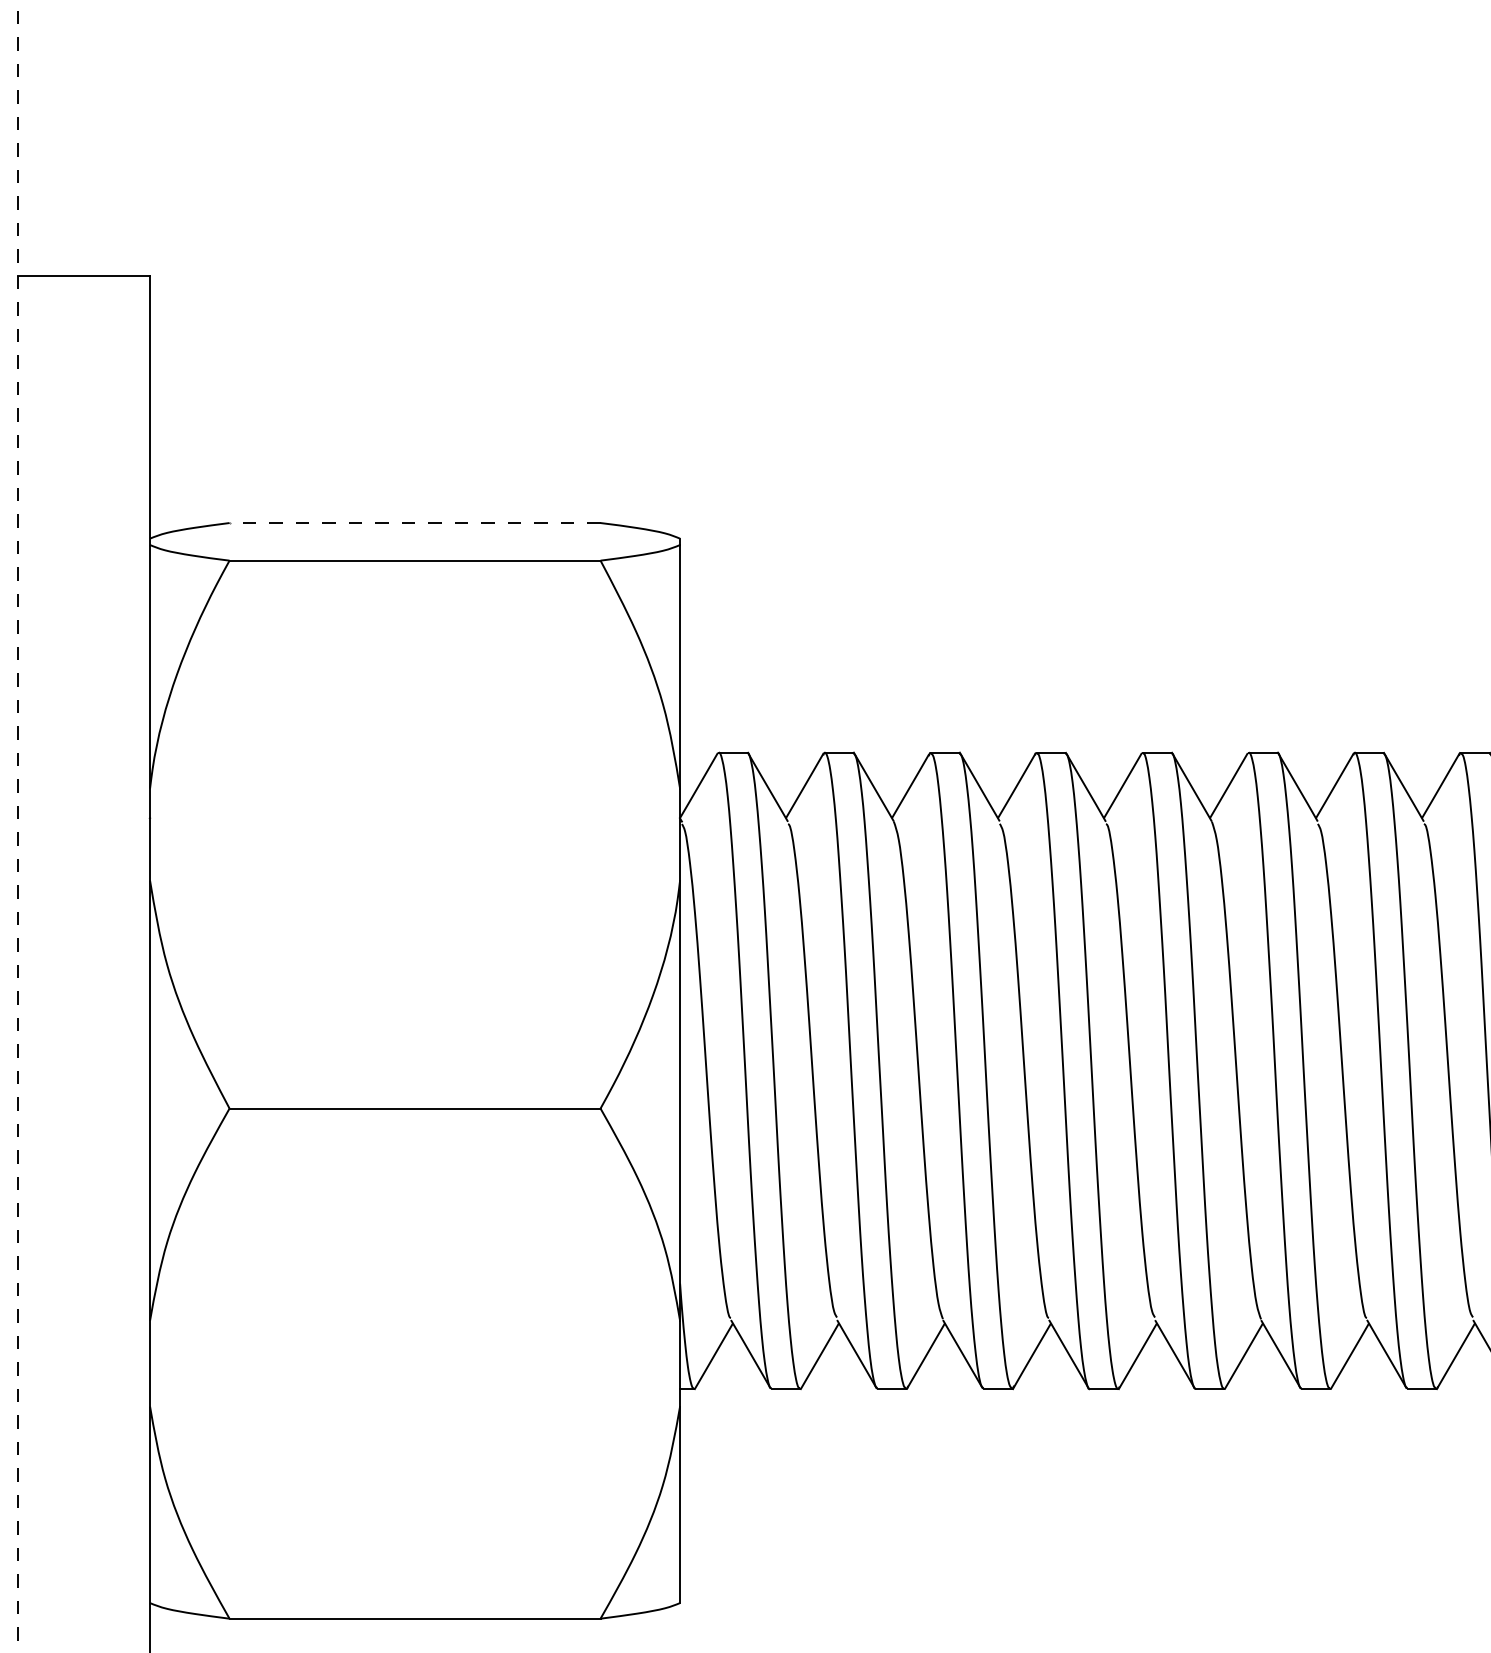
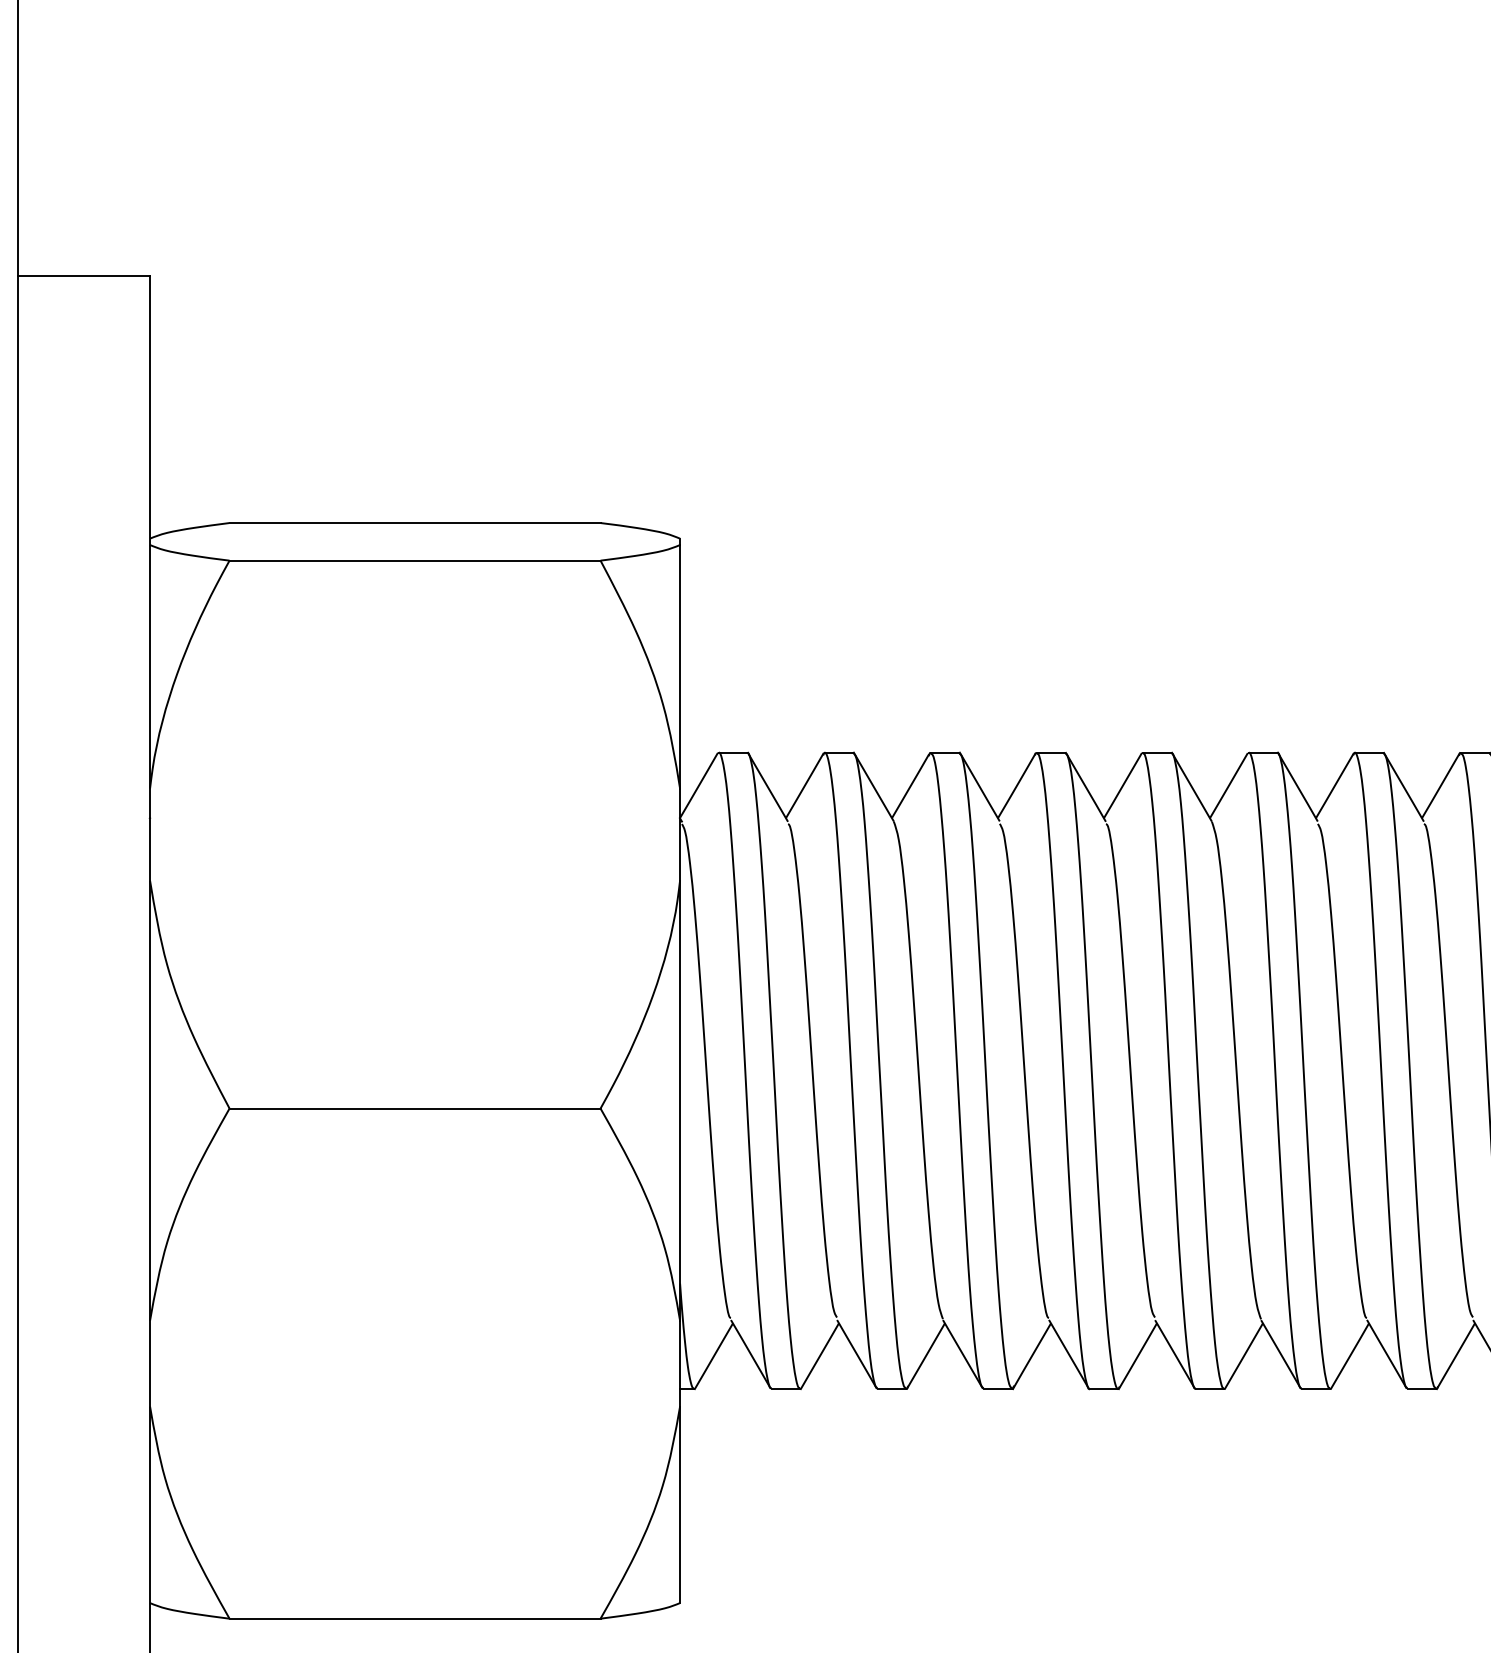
line at (415, 523): dashed -> solid
line at (17, 827): dashed -> solid
